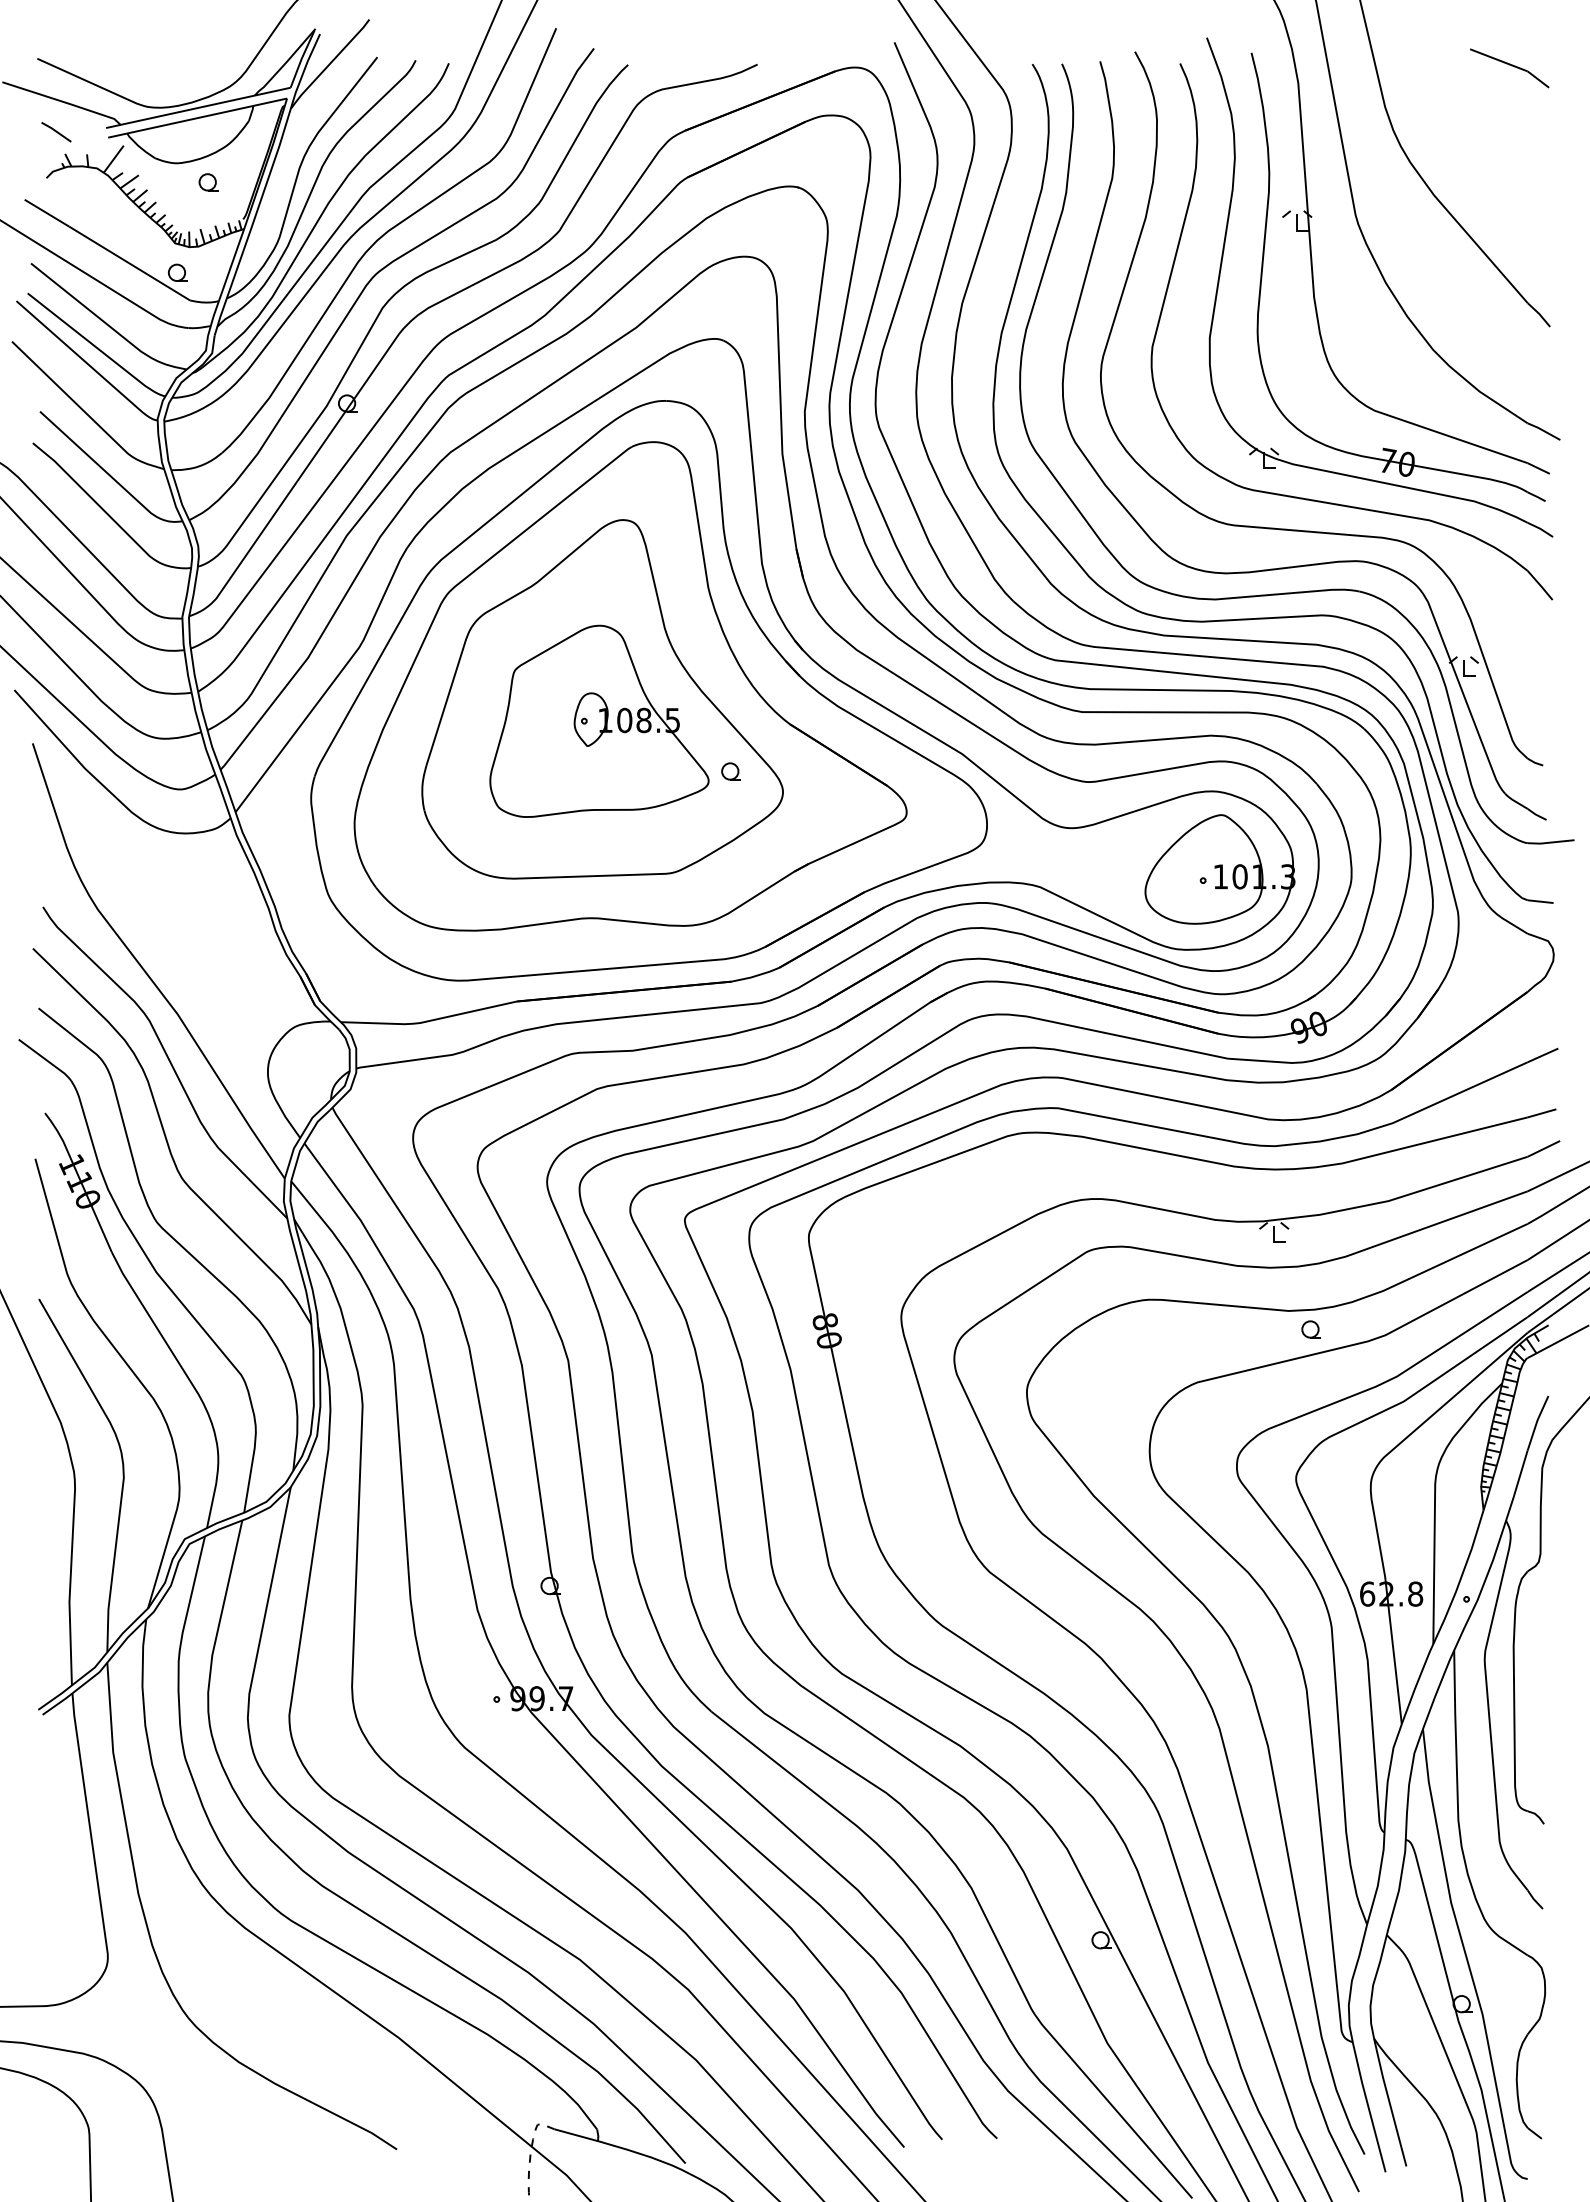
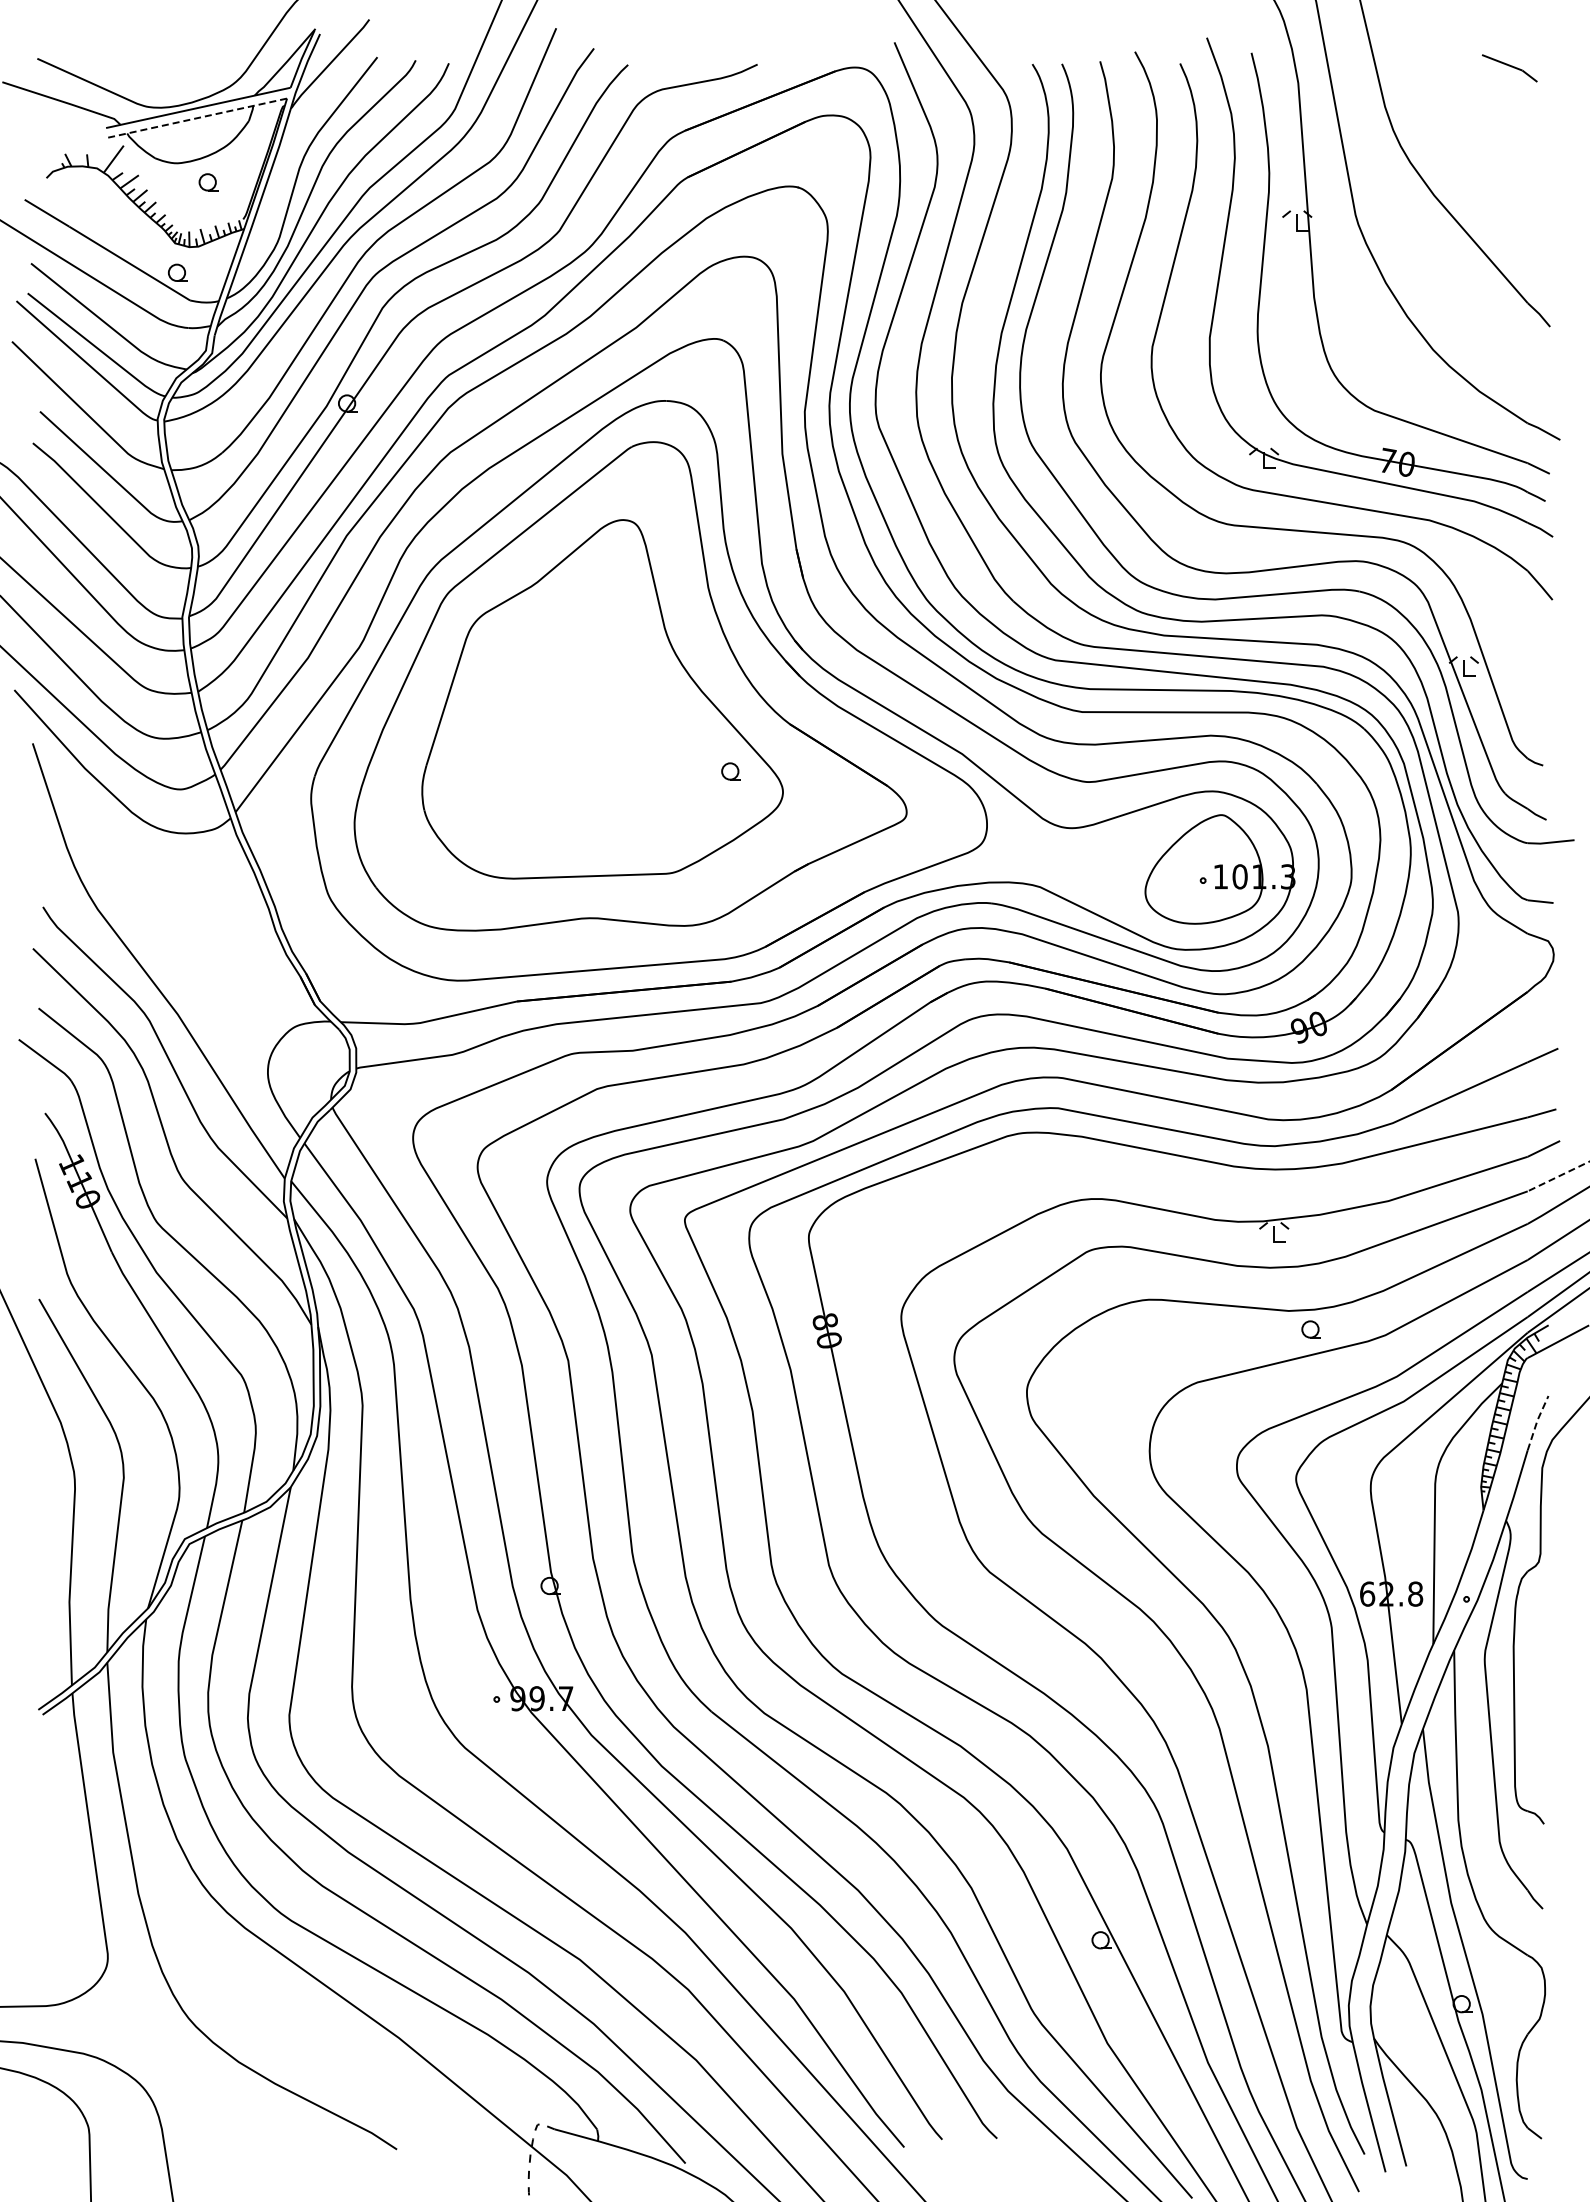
part at (1509, 68) size: 80x41 px -> 56x29 px
line at (197, 118): solid -> dashed
line at (56, 132): present -> none
part at (599, 720): present -> none
line at (1558, 1176): solid -> dashed
line at (1536, 1422): solid -> dashed
